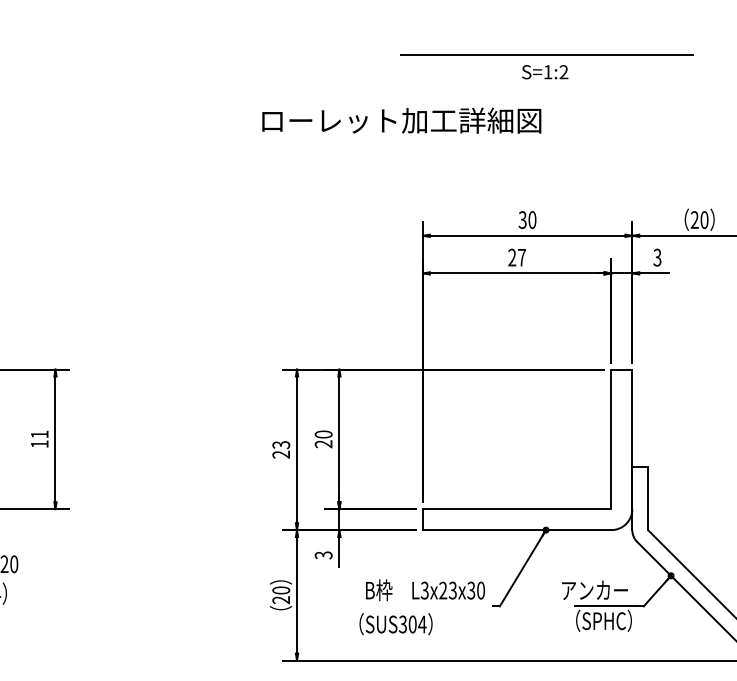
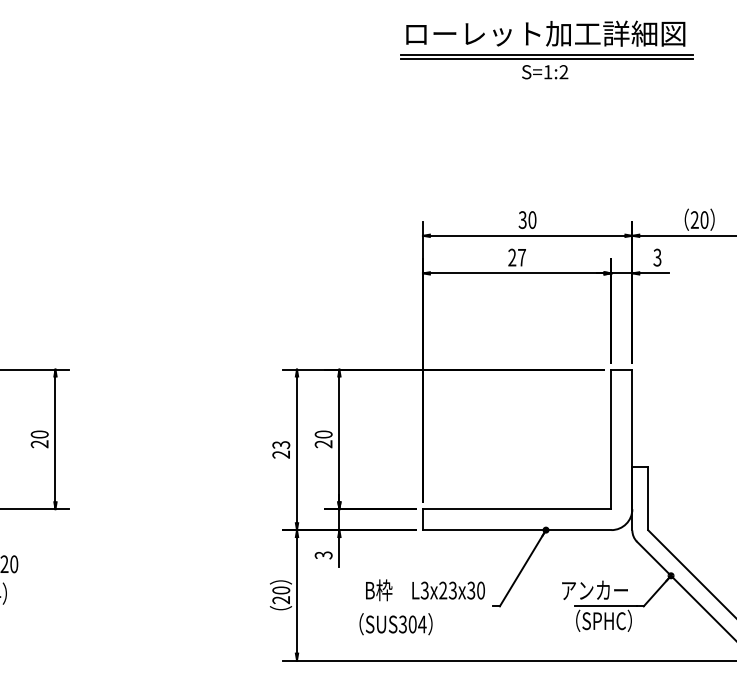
line at (547, 58): none -> present
text at (401, 120) position: (401, 120) -> (545, 33)
text at (39, 439): 11 -> 20
